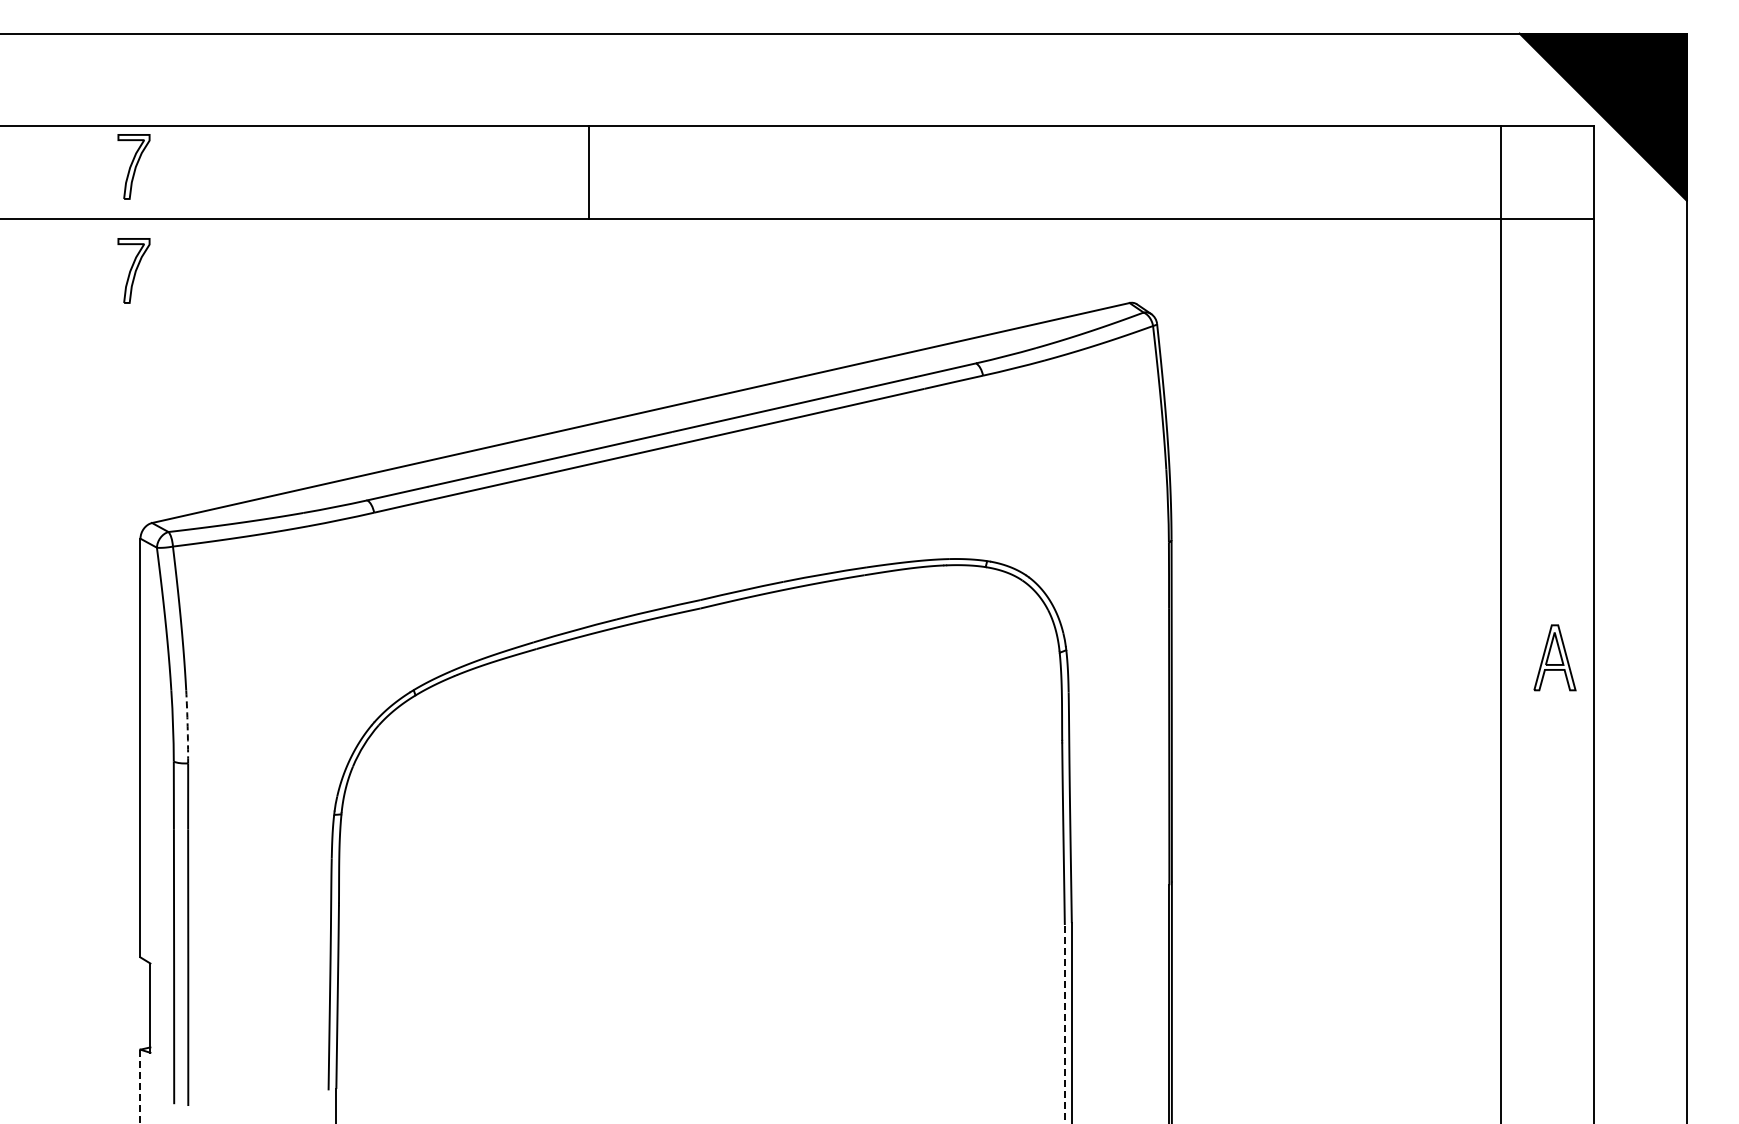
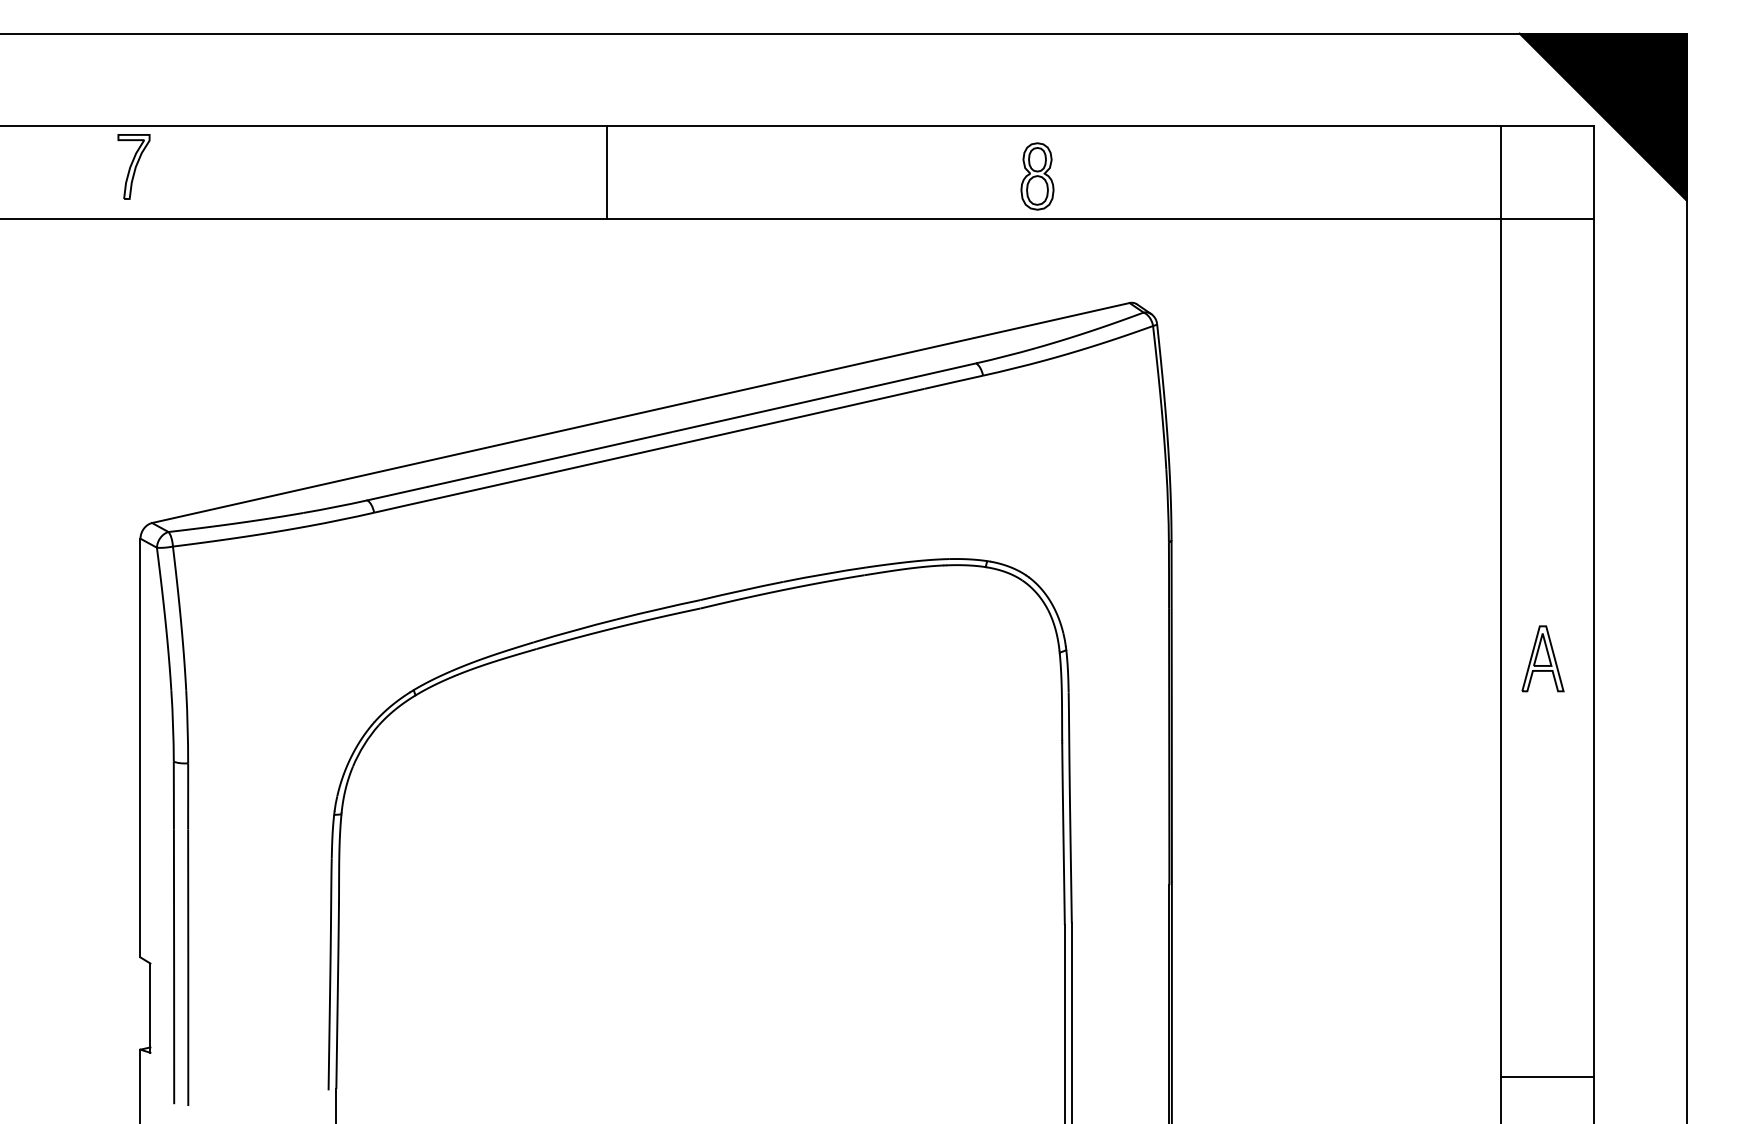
line at (589, 172) position: (589, 172) -> (607, 172)
part at (1037, 176): none -> present
part at (133, 270): present -> none
part at (1554, 657) position: (1554, 657) -> (1542, 658)
arc at (187, 726): dashed -> solid
line at (1064, 1023): dashed -> solid
line at (1547, 1076): none -> present
line at (140, 1086): dashed -> solid
